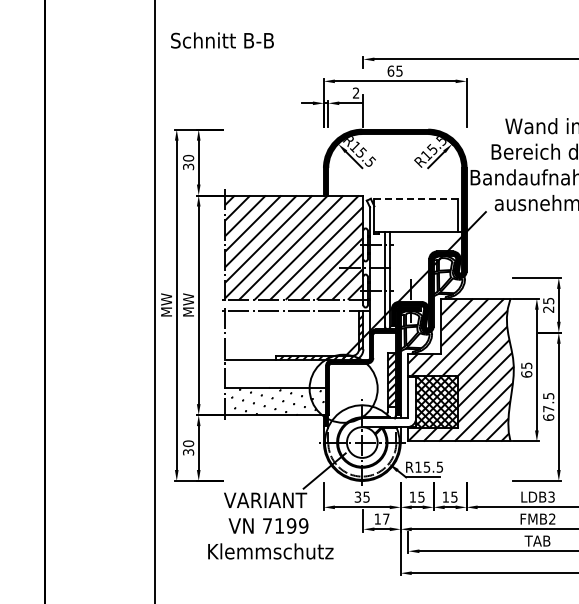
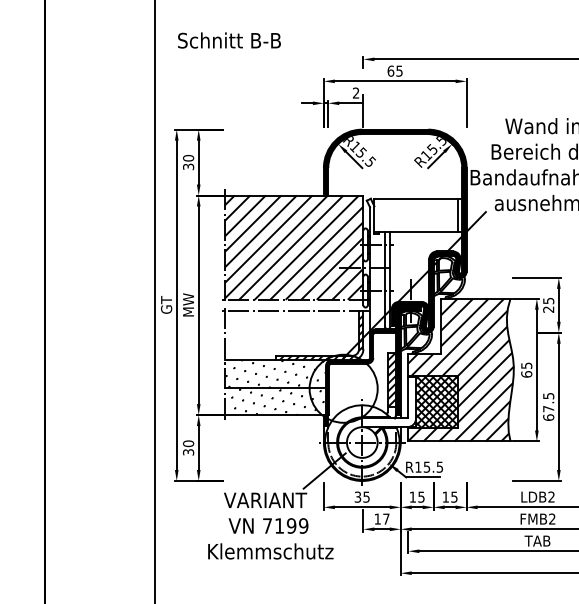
text at (222, 40) position: (222, 40) -> (229, 40)
line at (418, 198): dashed -> solid
text at (166, 304): MW -> GT
hatch at (275, 373): none -> present
text at (551, 497): LDB3 -> LDB2
